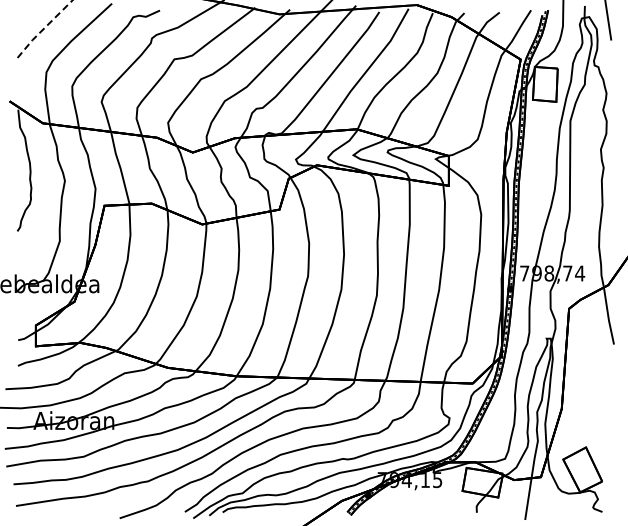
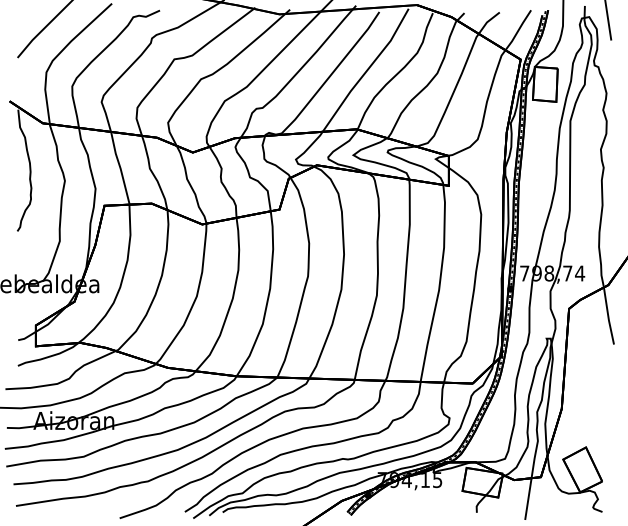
line at (43, 28): dashed -> solid
